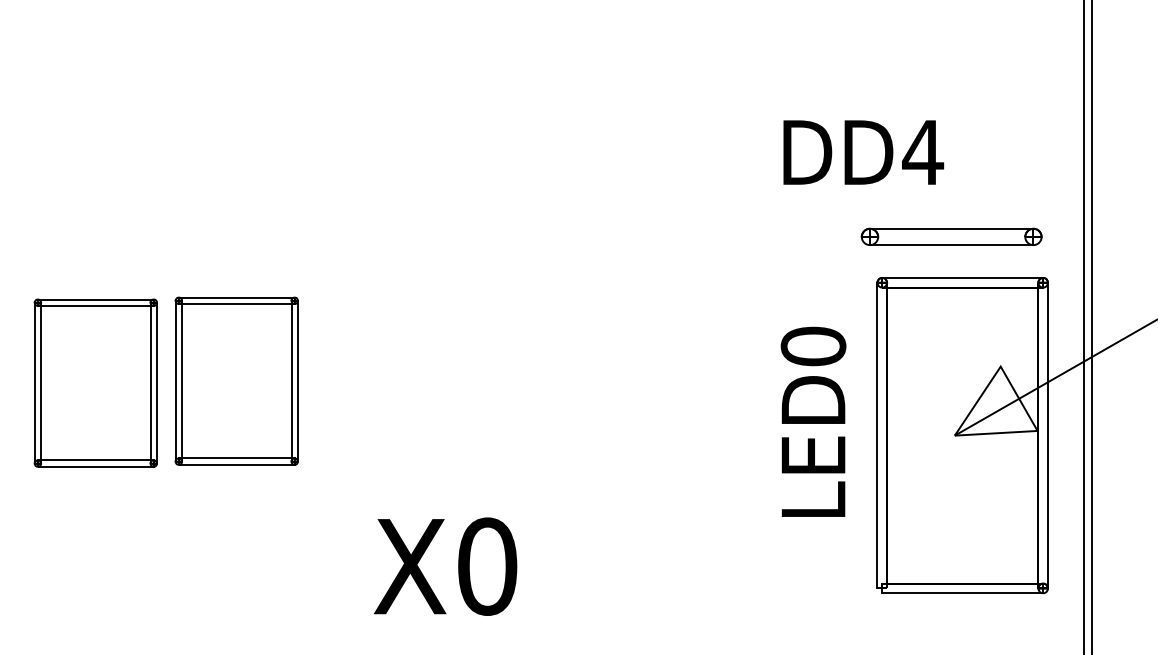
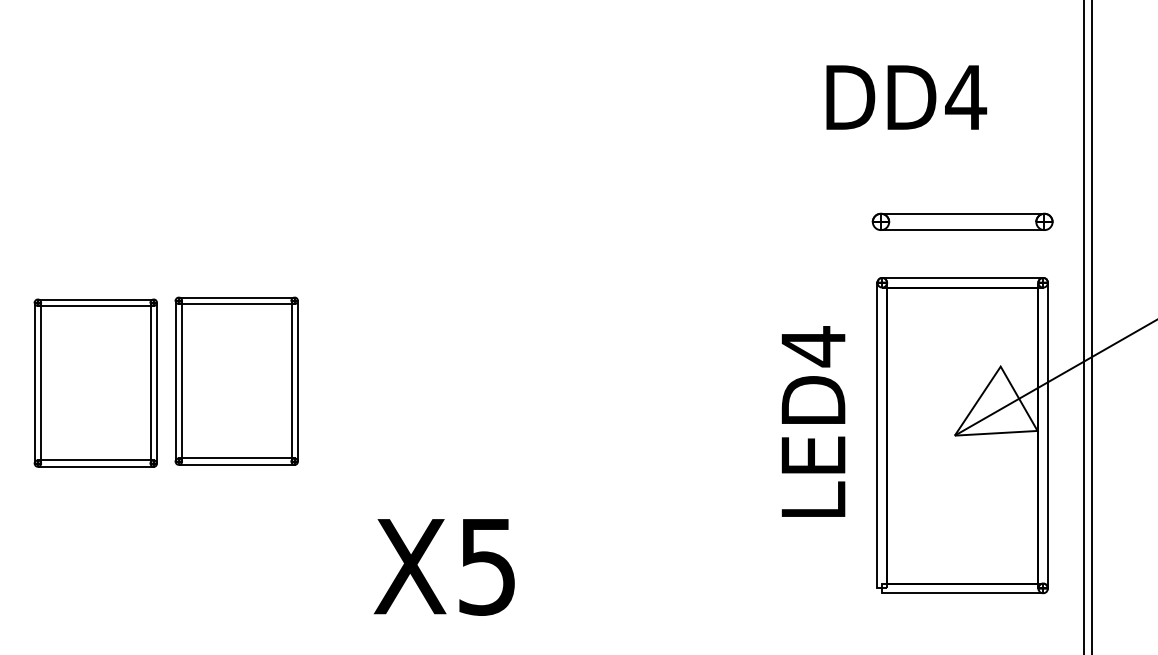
text at (863, 152) position: (863, 152) -> (906, 97)
part at (951, 236) position: (951, 236) -> (962, 221)
text at (813, 346): LED0 -> LED4
text at (487, 566): X0 -> X5
